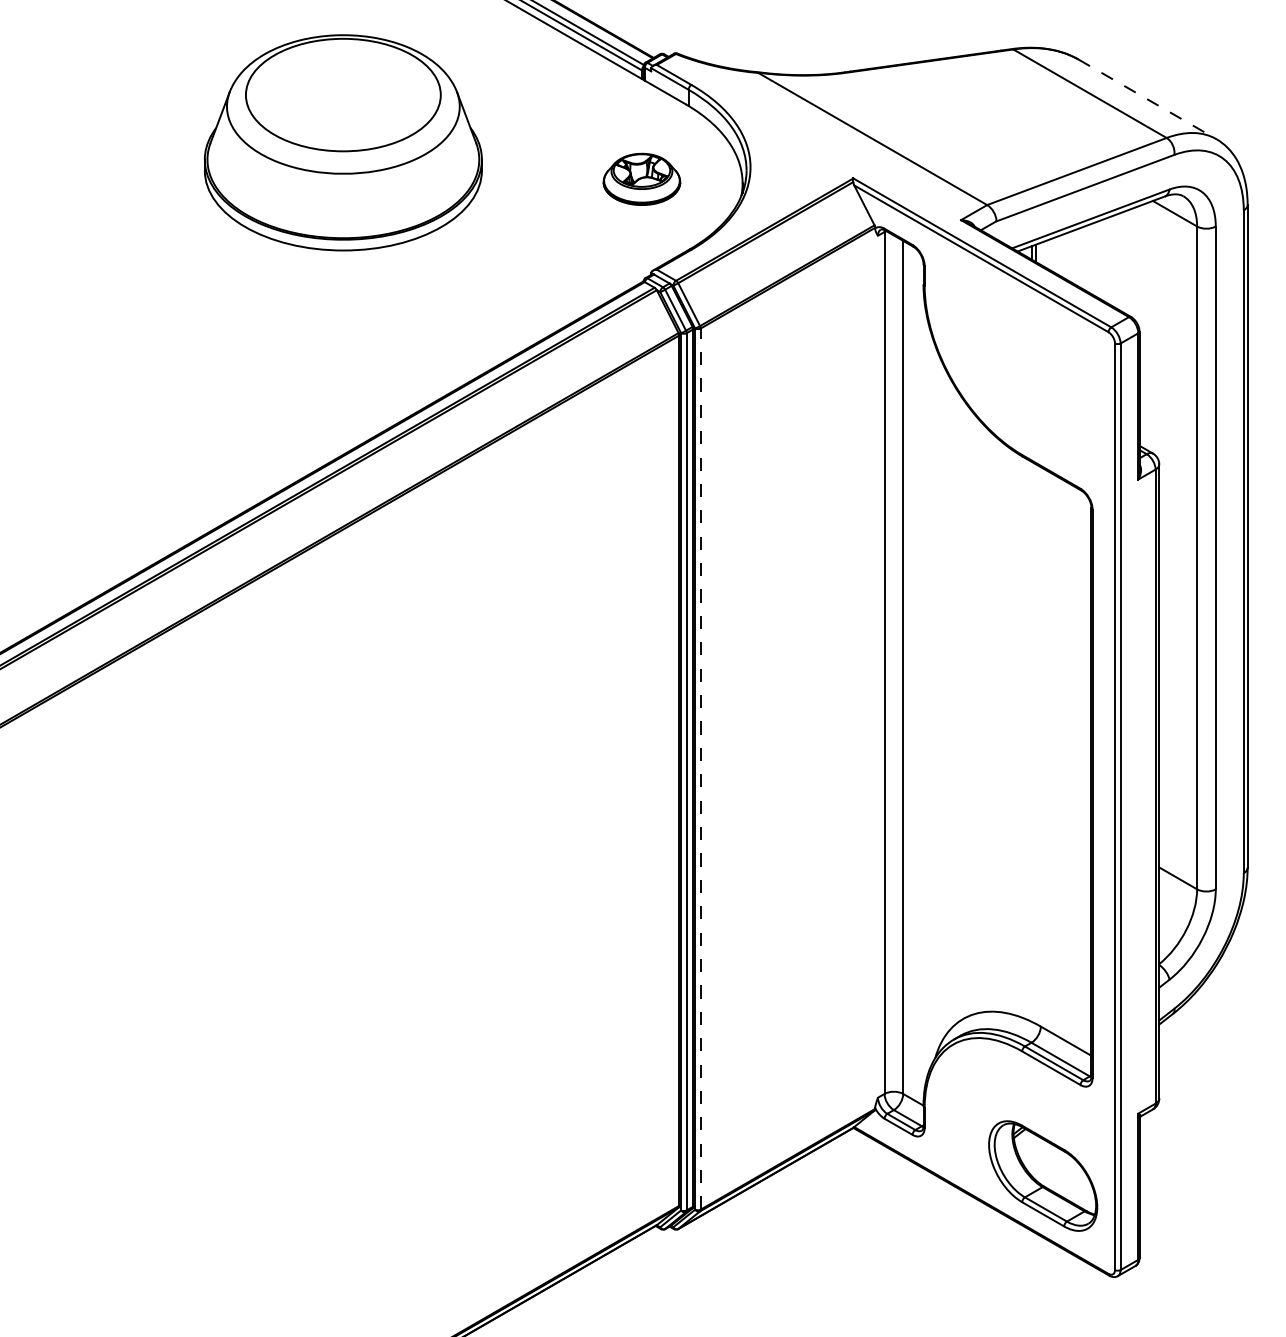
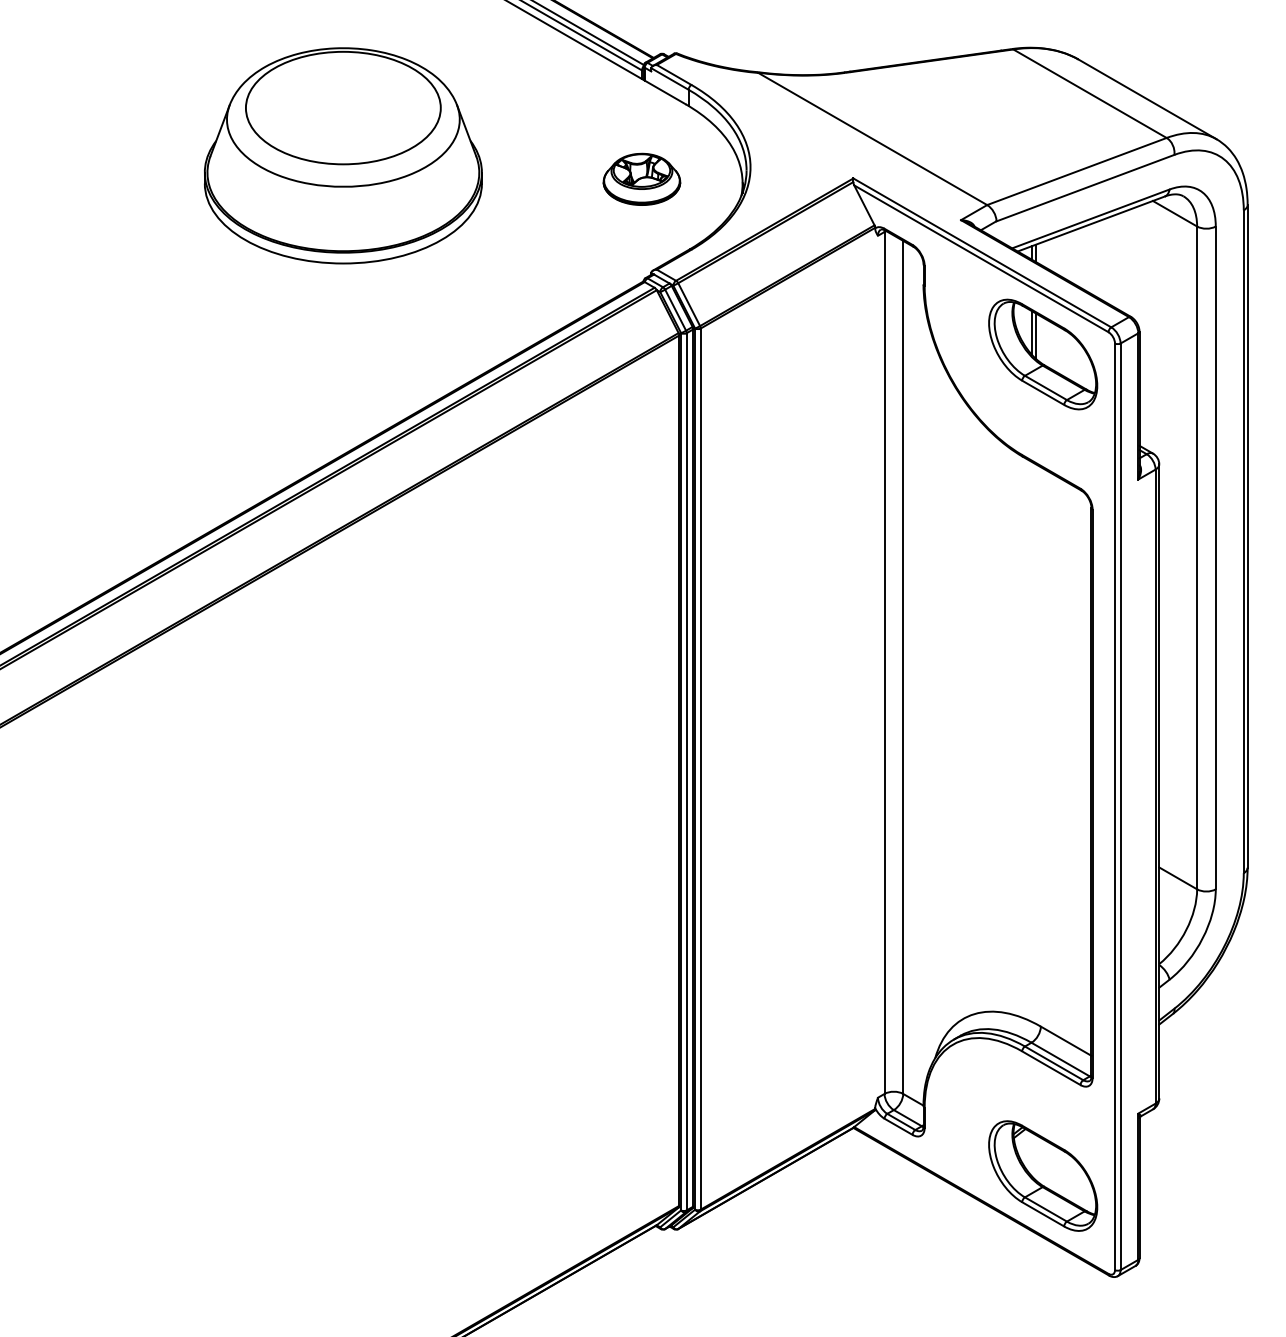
line at (1147, 99): dashed -> solid
part at (343, 142) position: (343, 142) -> (343, 155)
part at (1043, 354): none -> present
line at (700, 769): dashed -> solid
